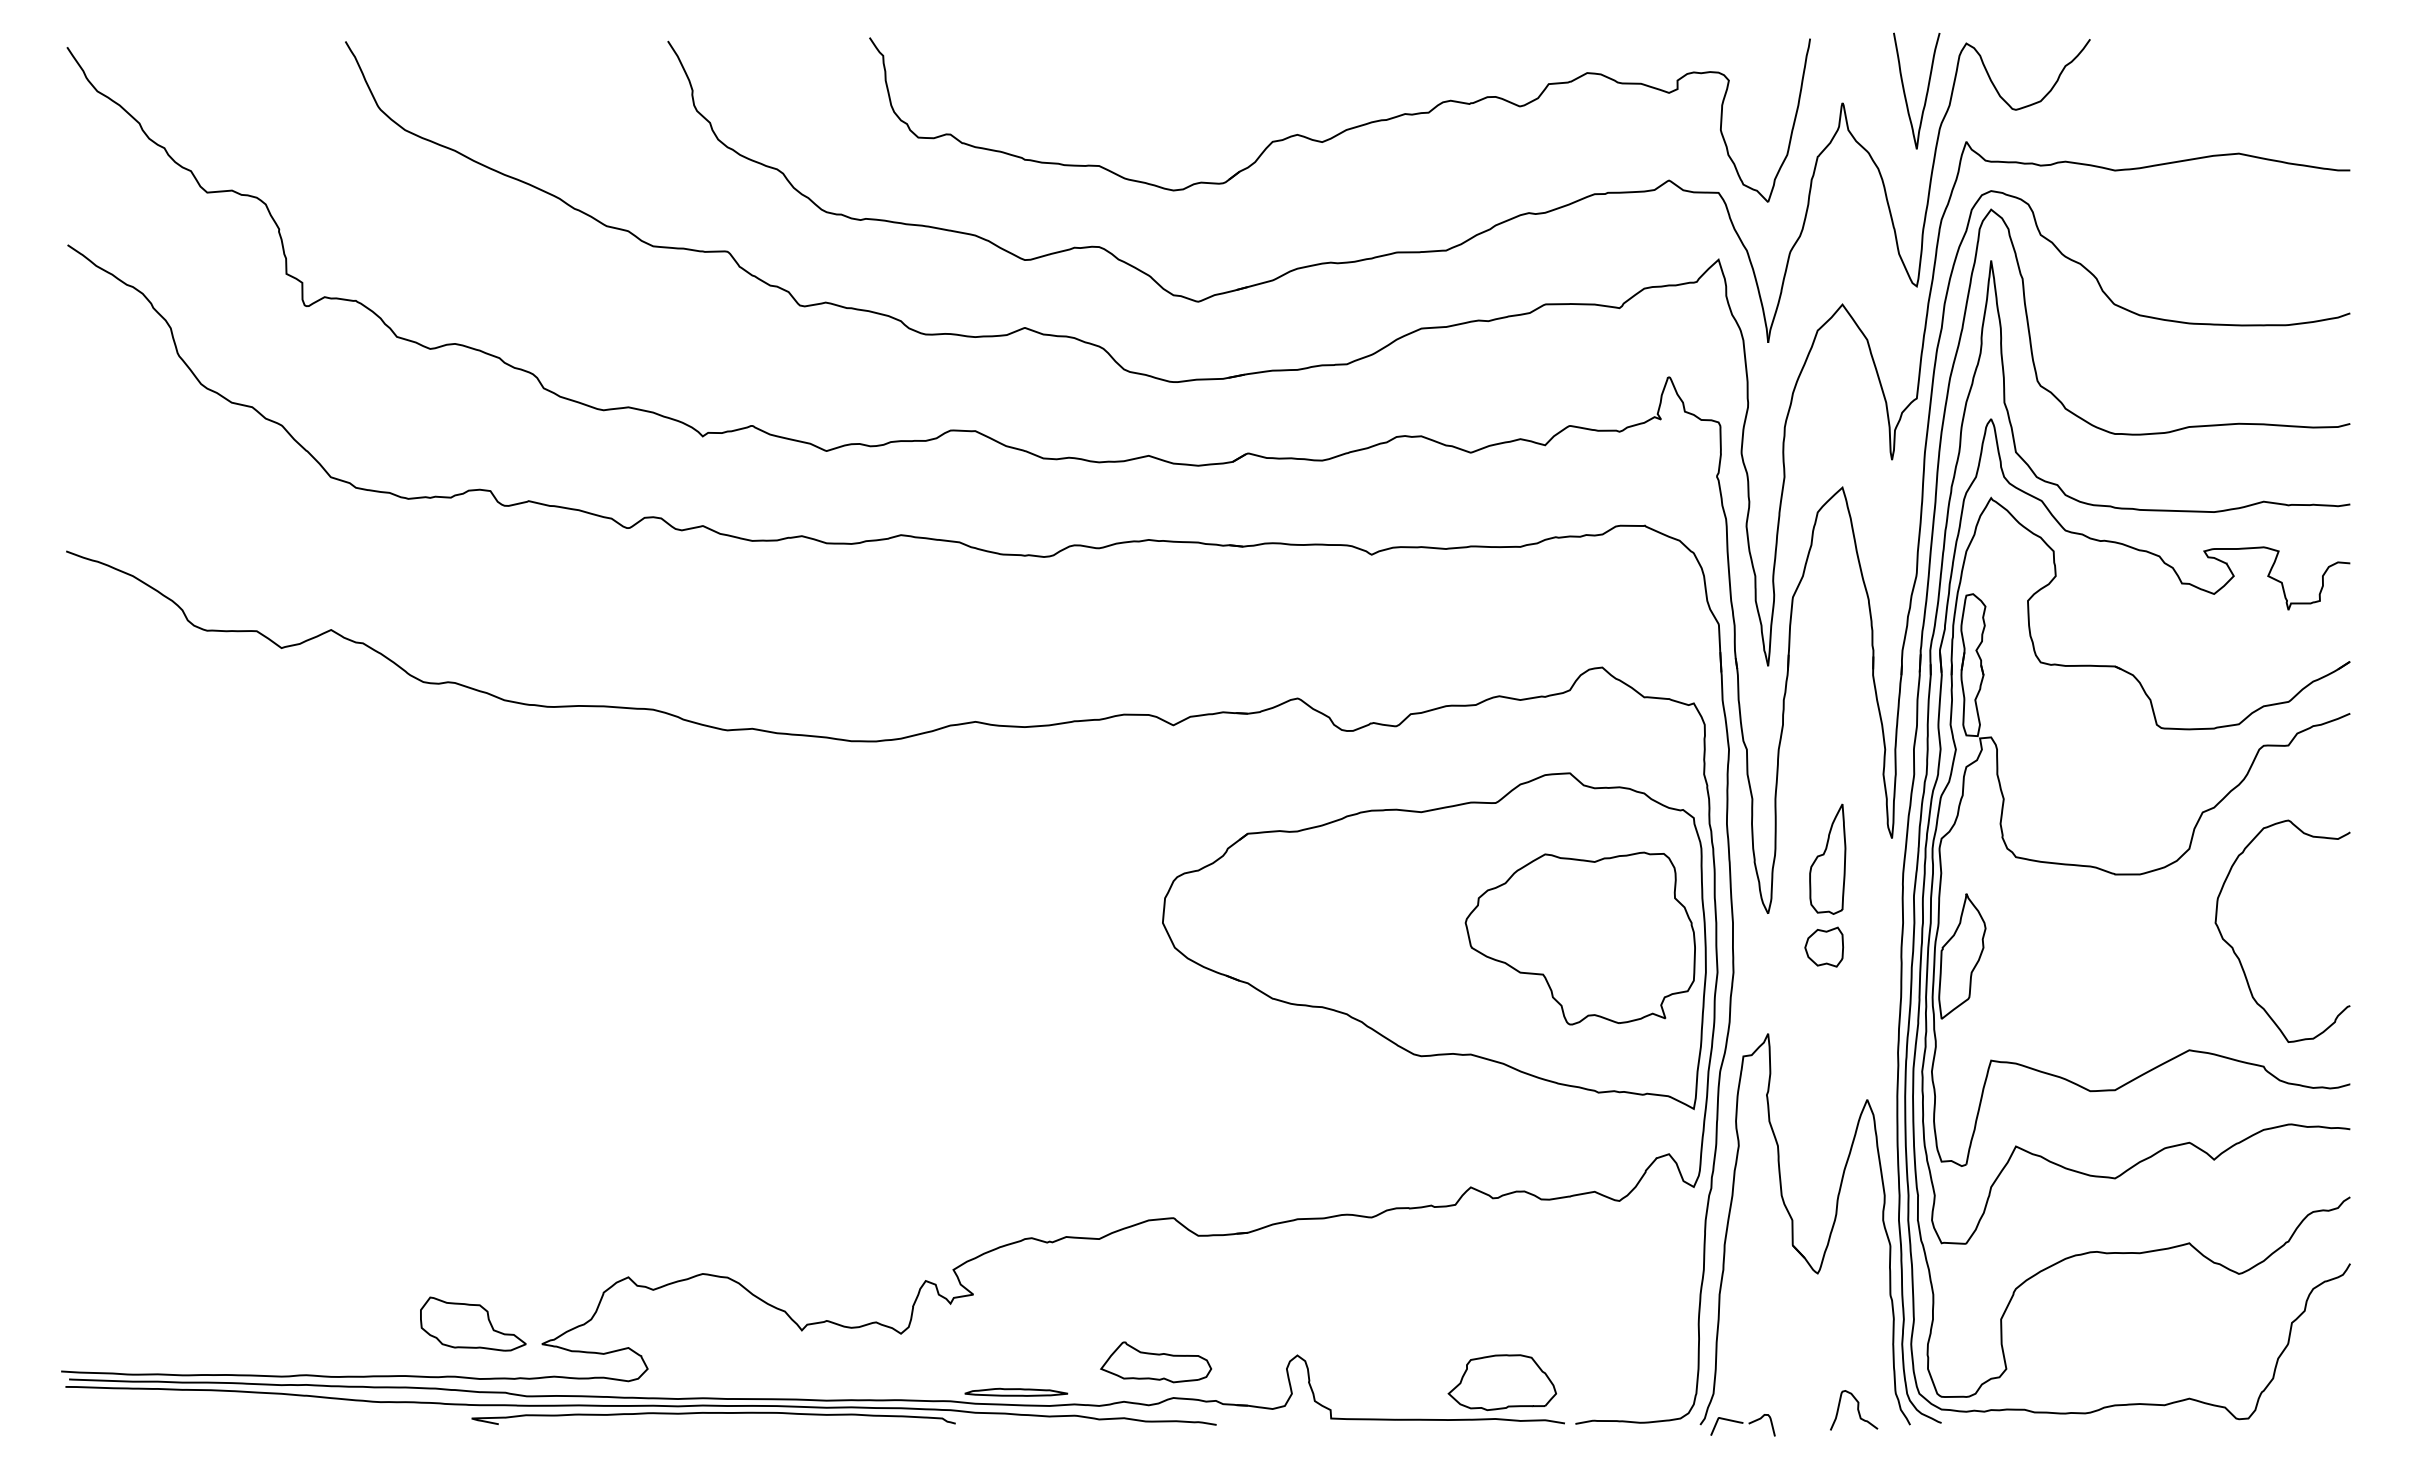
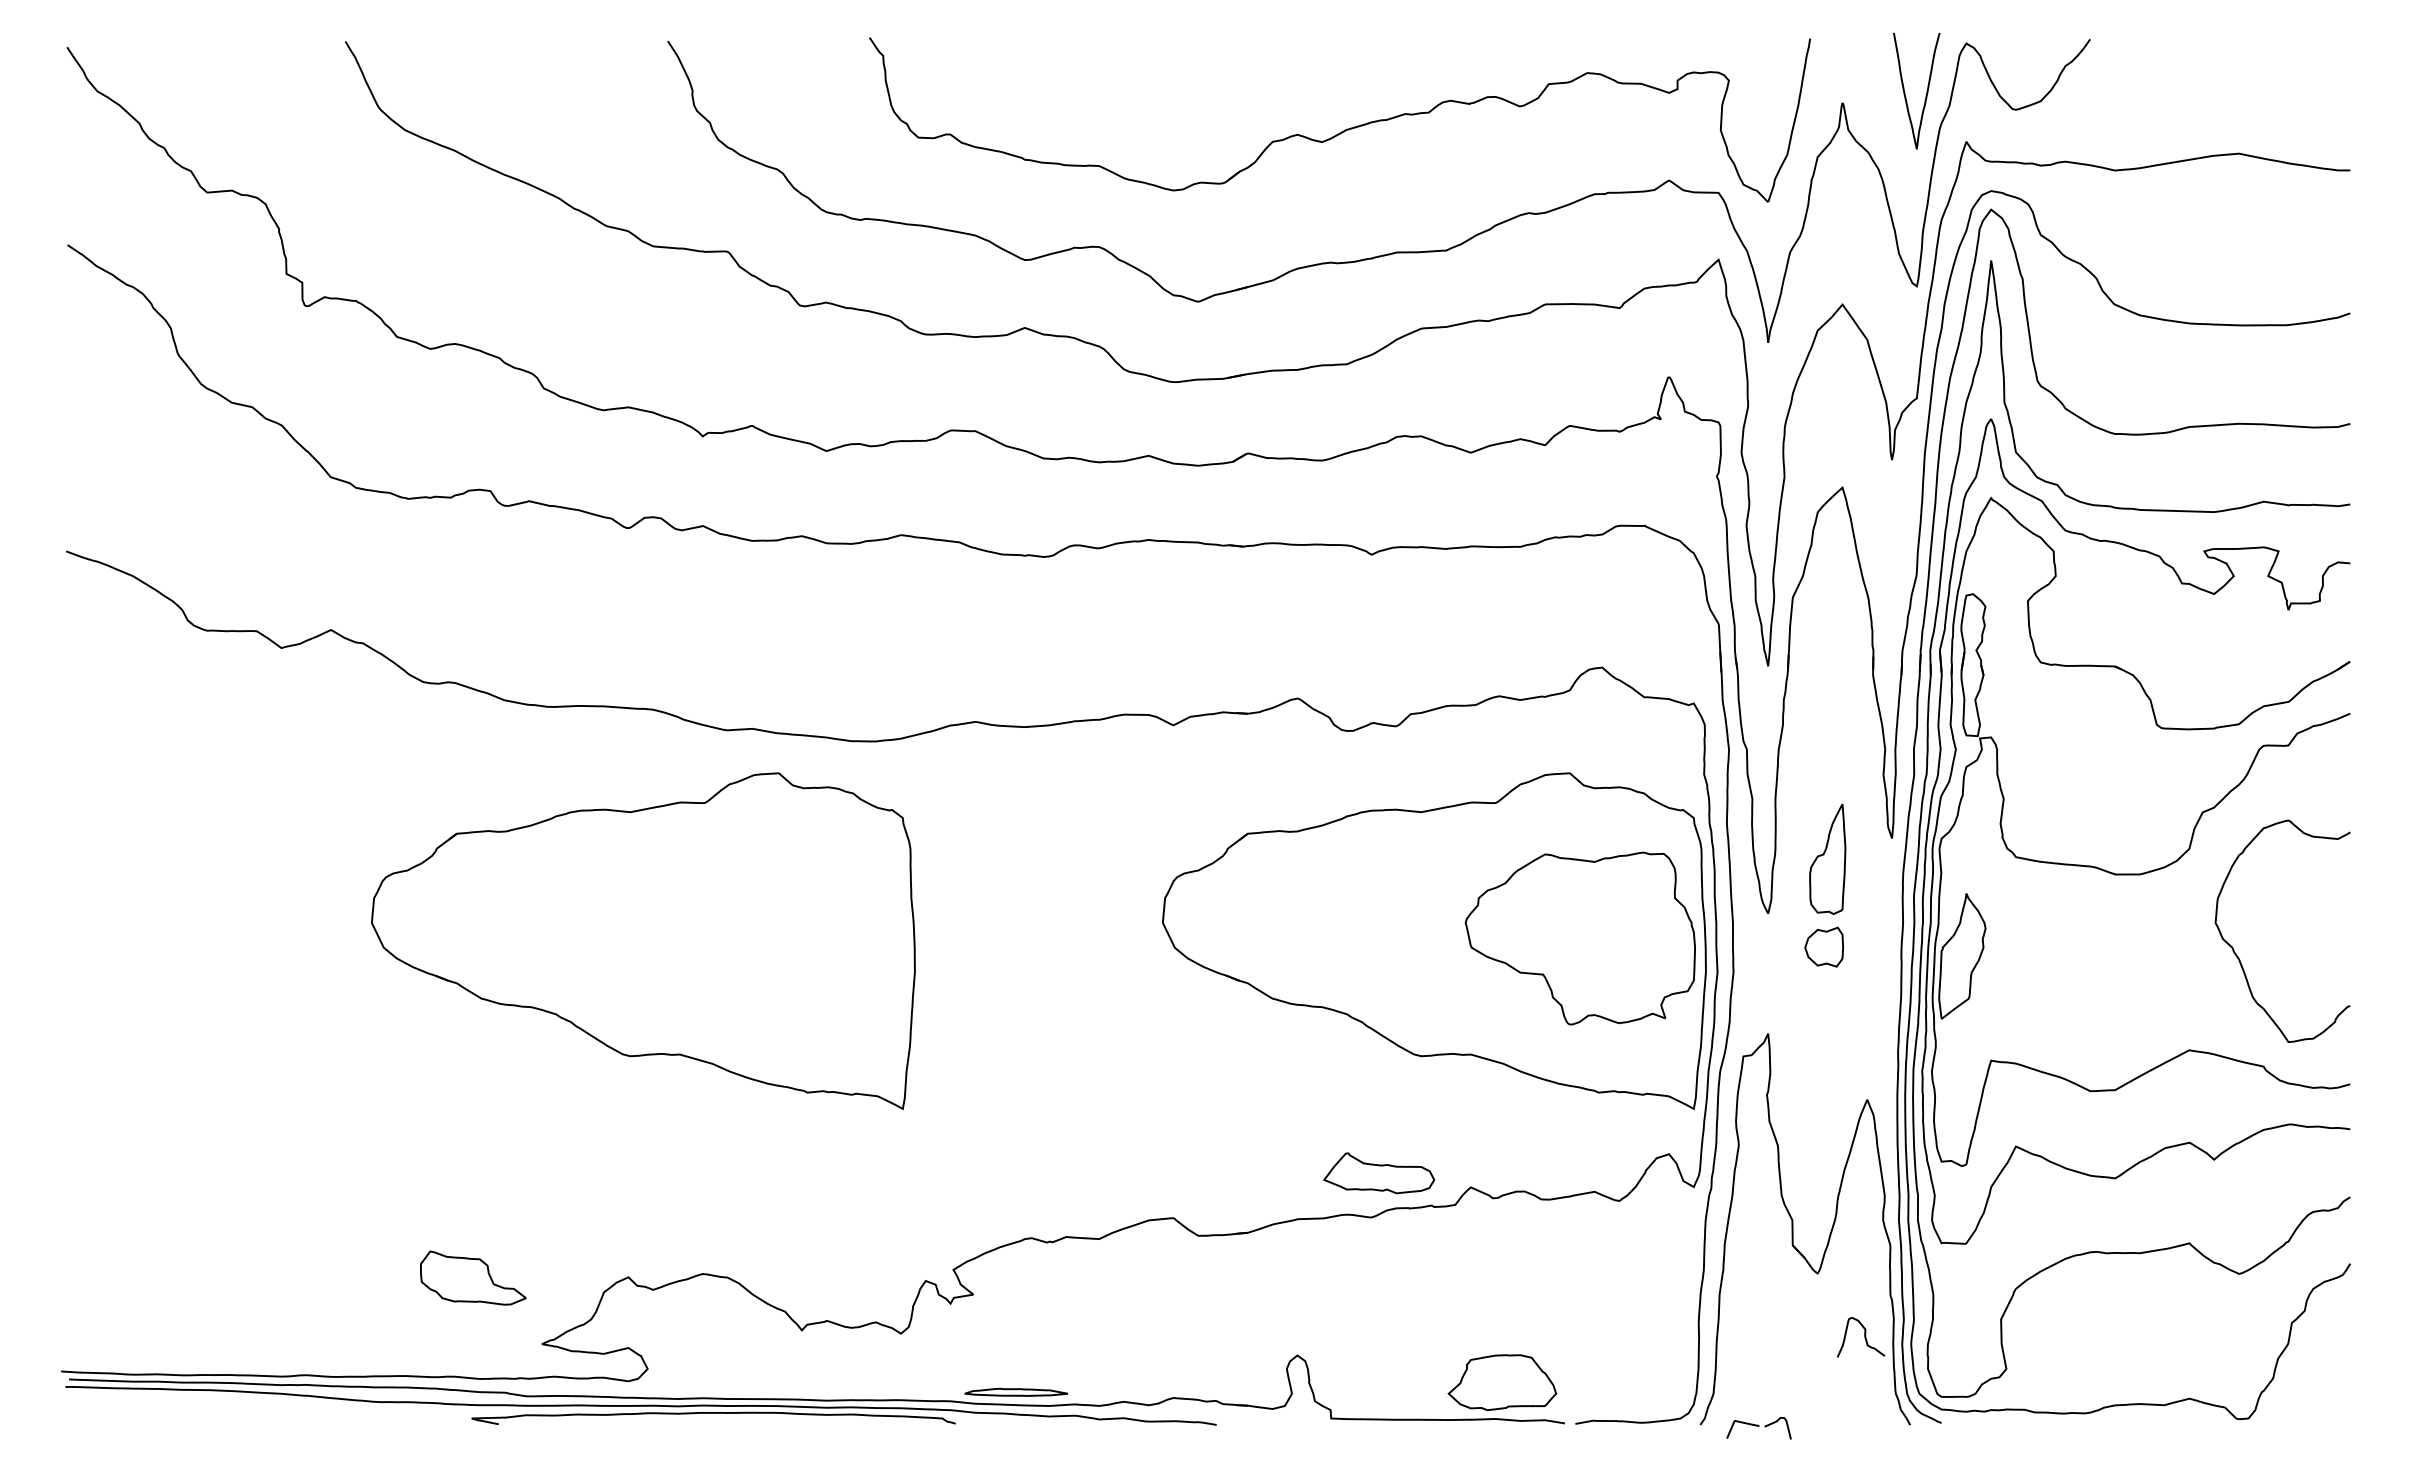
part at (643, 941): none -> present
part at (473, 1323) position: (473, 1323) -> (473, 1277)
part at (1156, 1362) position: (1156, 1362) -> (1379, 1173)
curve at (1857, 1410) position: (1857, 1410) -> (1864, 1337)
part at (1742, 1425) position: (1742, 1425) -> (1758, 1428)
